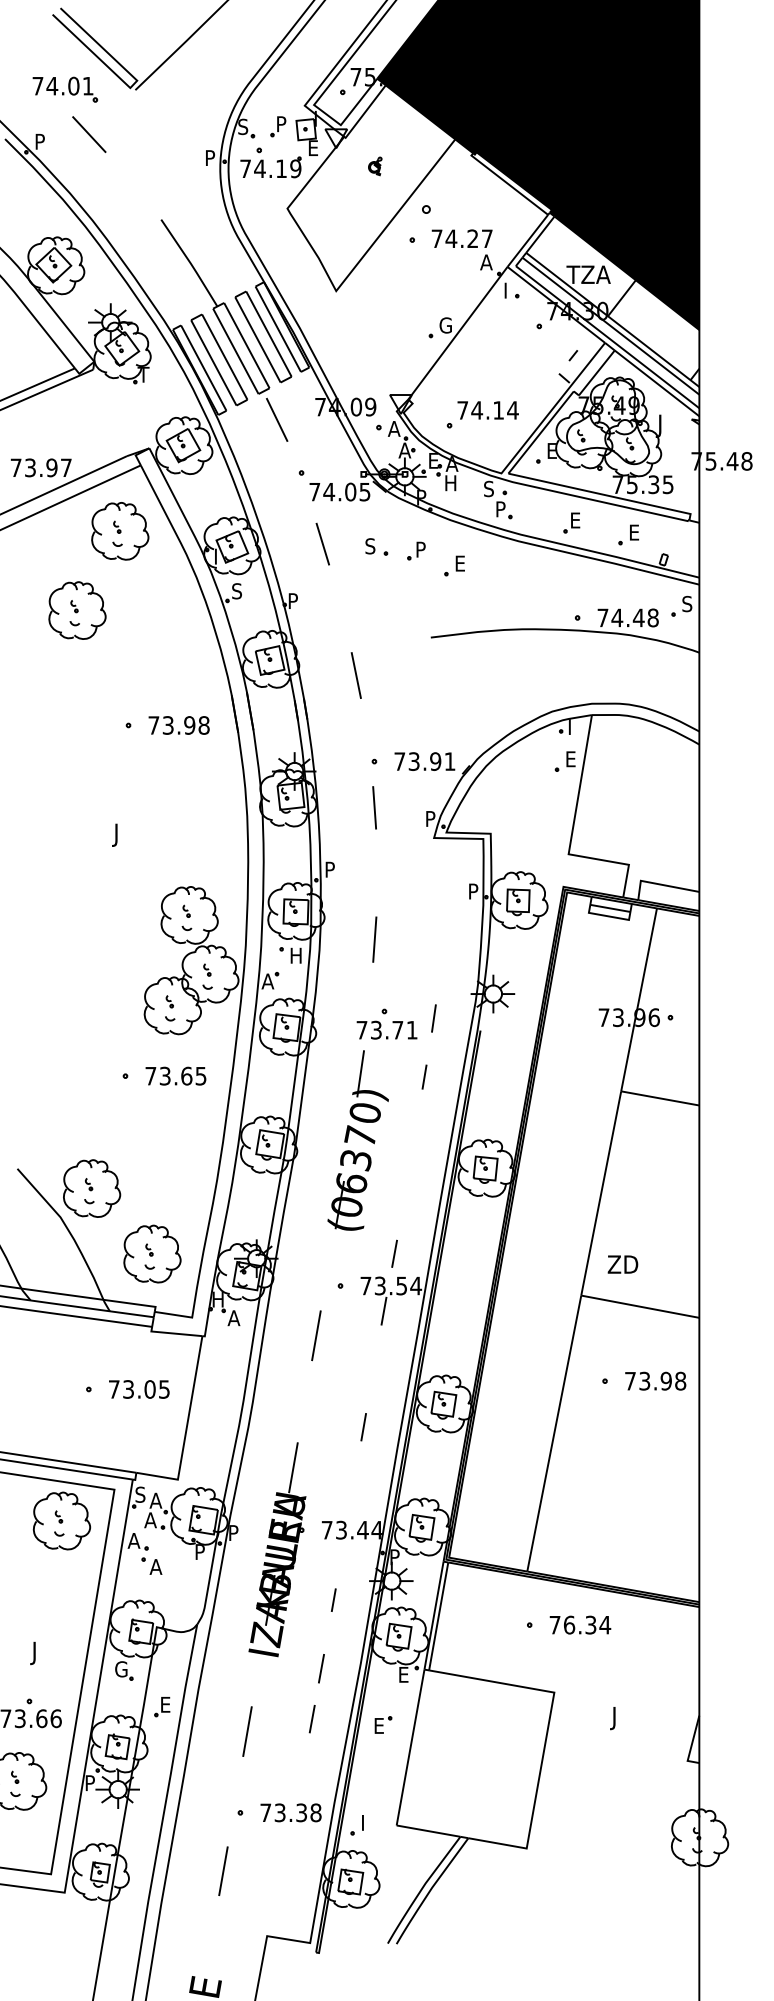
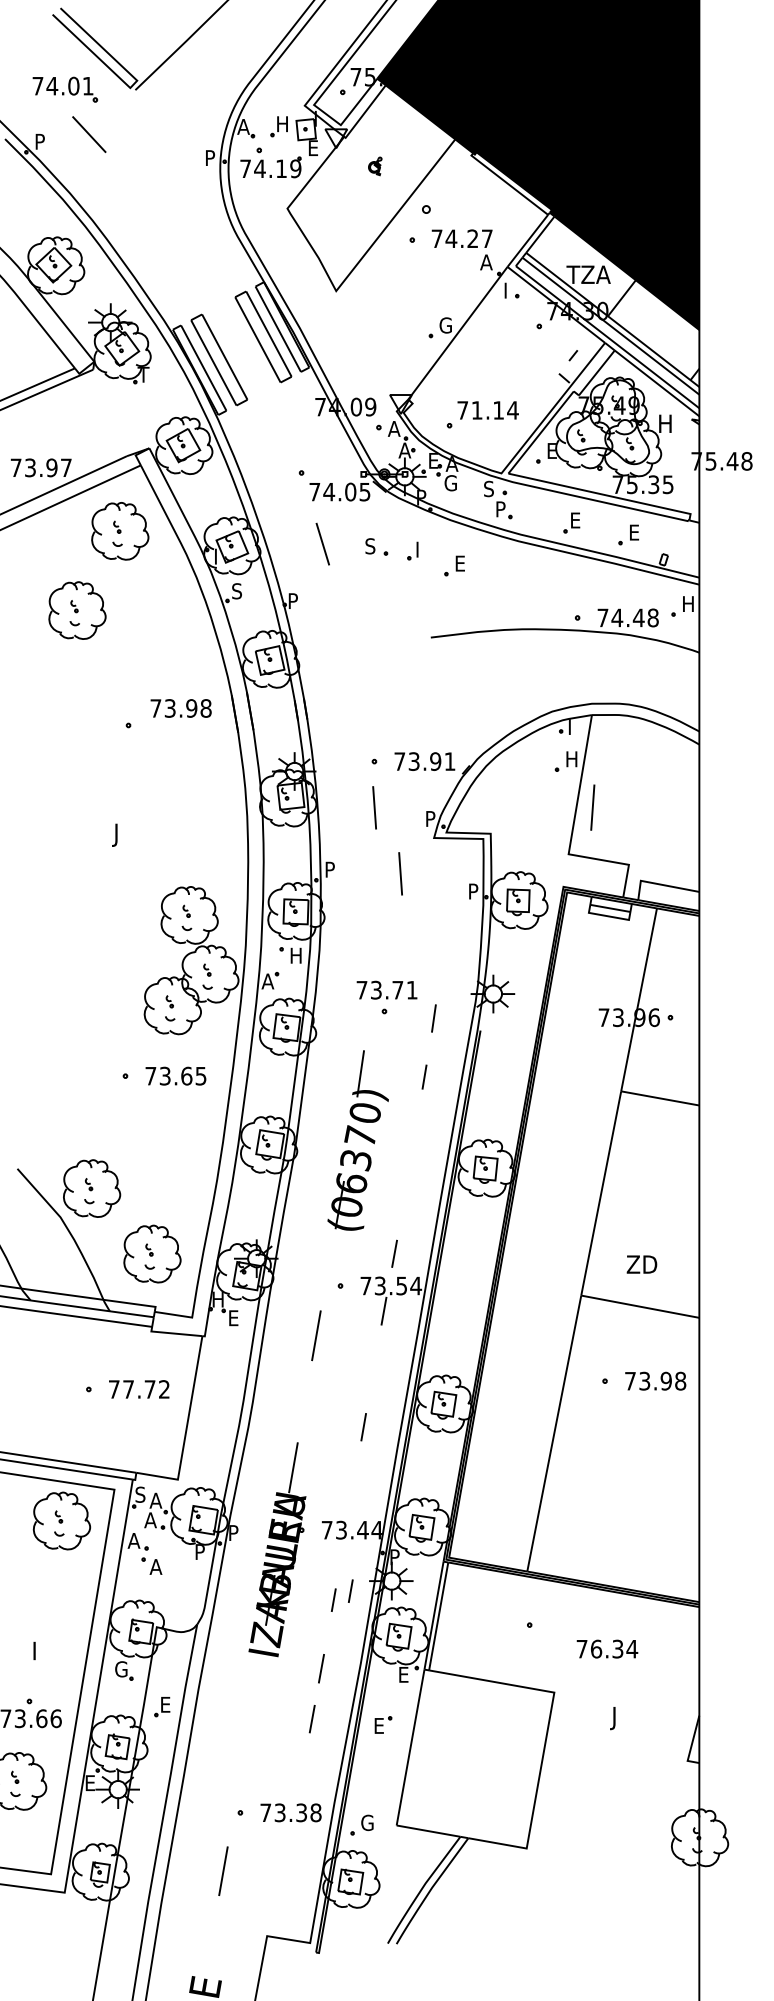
text at (283, 124): P -> H
text at (243, 126): S -> A
part at (224, 330): present -> none
text at (477, 410): 74.14 -> 71.14
text at (663, 425): J -> H
text at (450, 483): H -> G
text at (421, 546): P -> I
text at (687, 603): S -> H
line at (355, 675): present -> none
text at (178, 725) position: (178, 725) -> (180, 708)
text at (572, 759): E -> H
line at (400, 873): none -> present
line at (374, 939) position: (374, 939) -> (592, 807)
text at (386, 1029) position: (386, 1029) -> (386, 989)
text at (622, 1264) position: (622, 1264) -> (641, 1264)
text at (233, 1318): A -> E
text at (146, 1389): 73.05 -> 77.72
line at (350, 1590): none -> present
text at (580, 1624) position: (580, 1624) -> (607, 1648)
text at (32, 1662): J -> I
line at (247, 1731): present -> none
text at (90, 1782): P -> E
text at (367, 1822): I -> G
